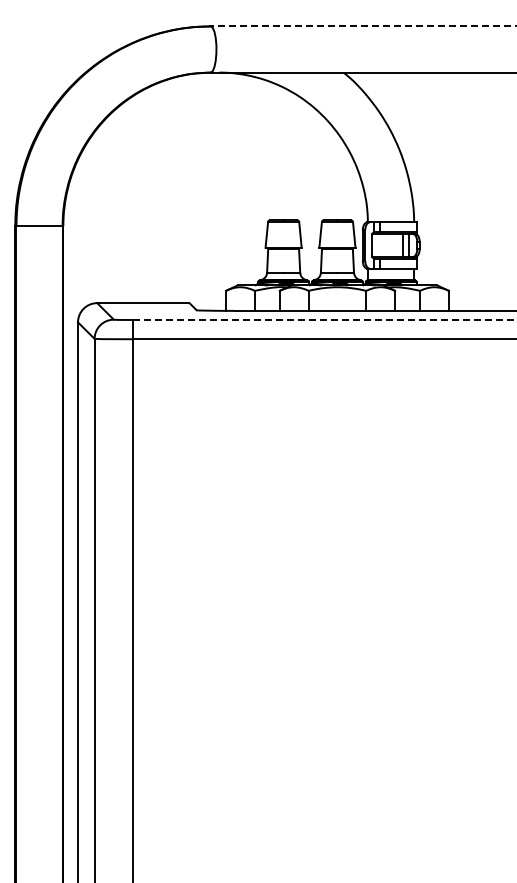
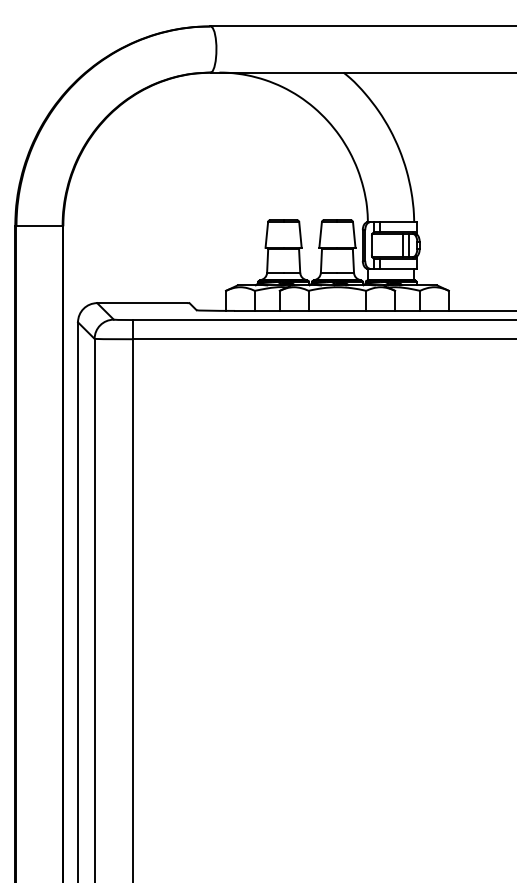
line at (363, 26): dashed -> solid
line at (325, 320): dashed -> solid
